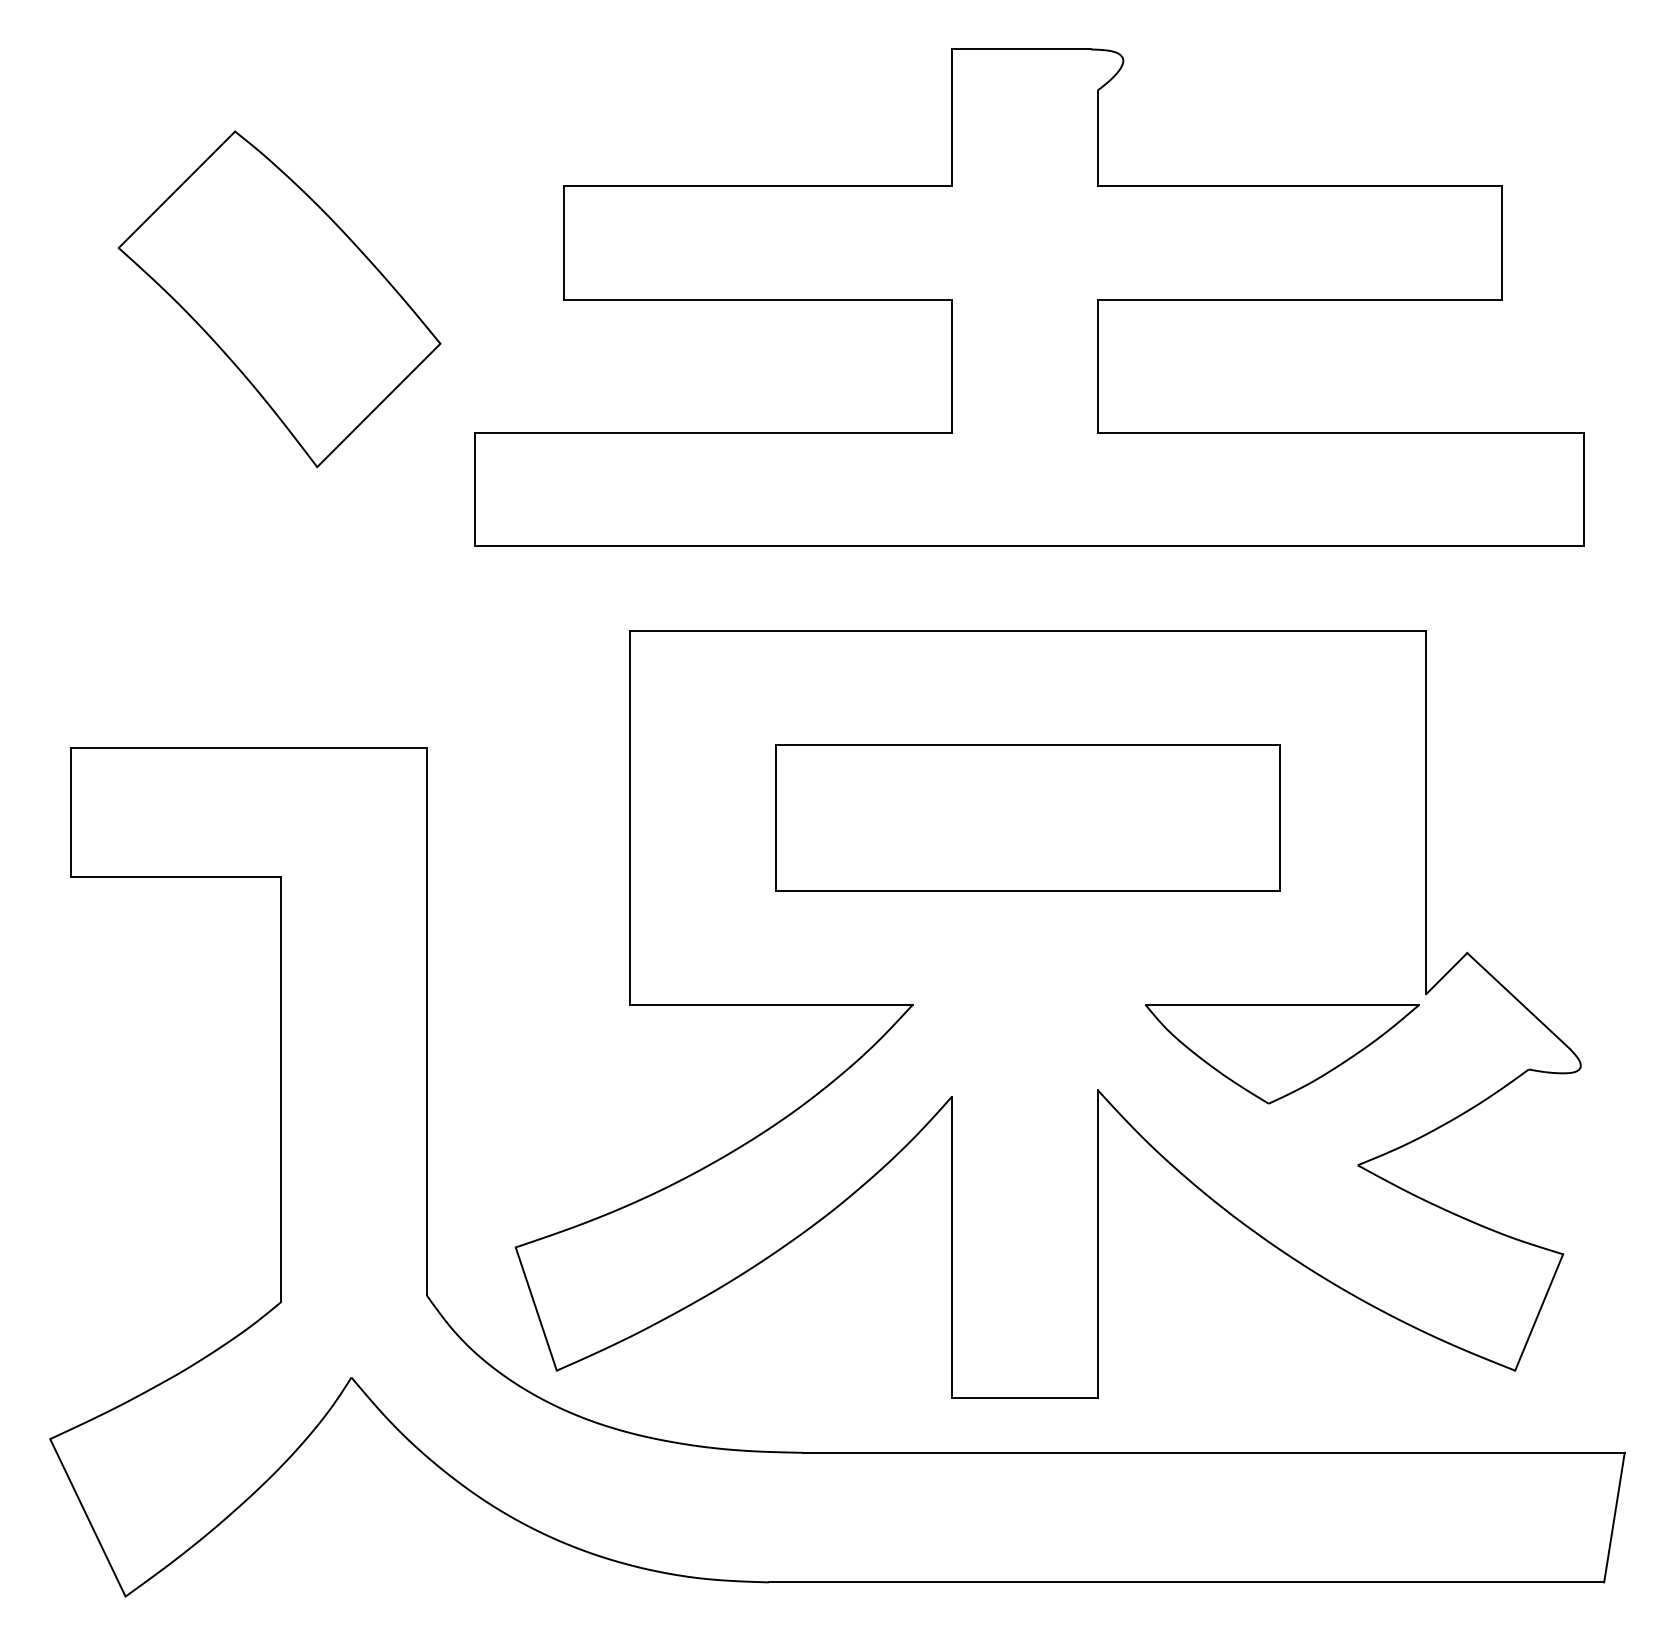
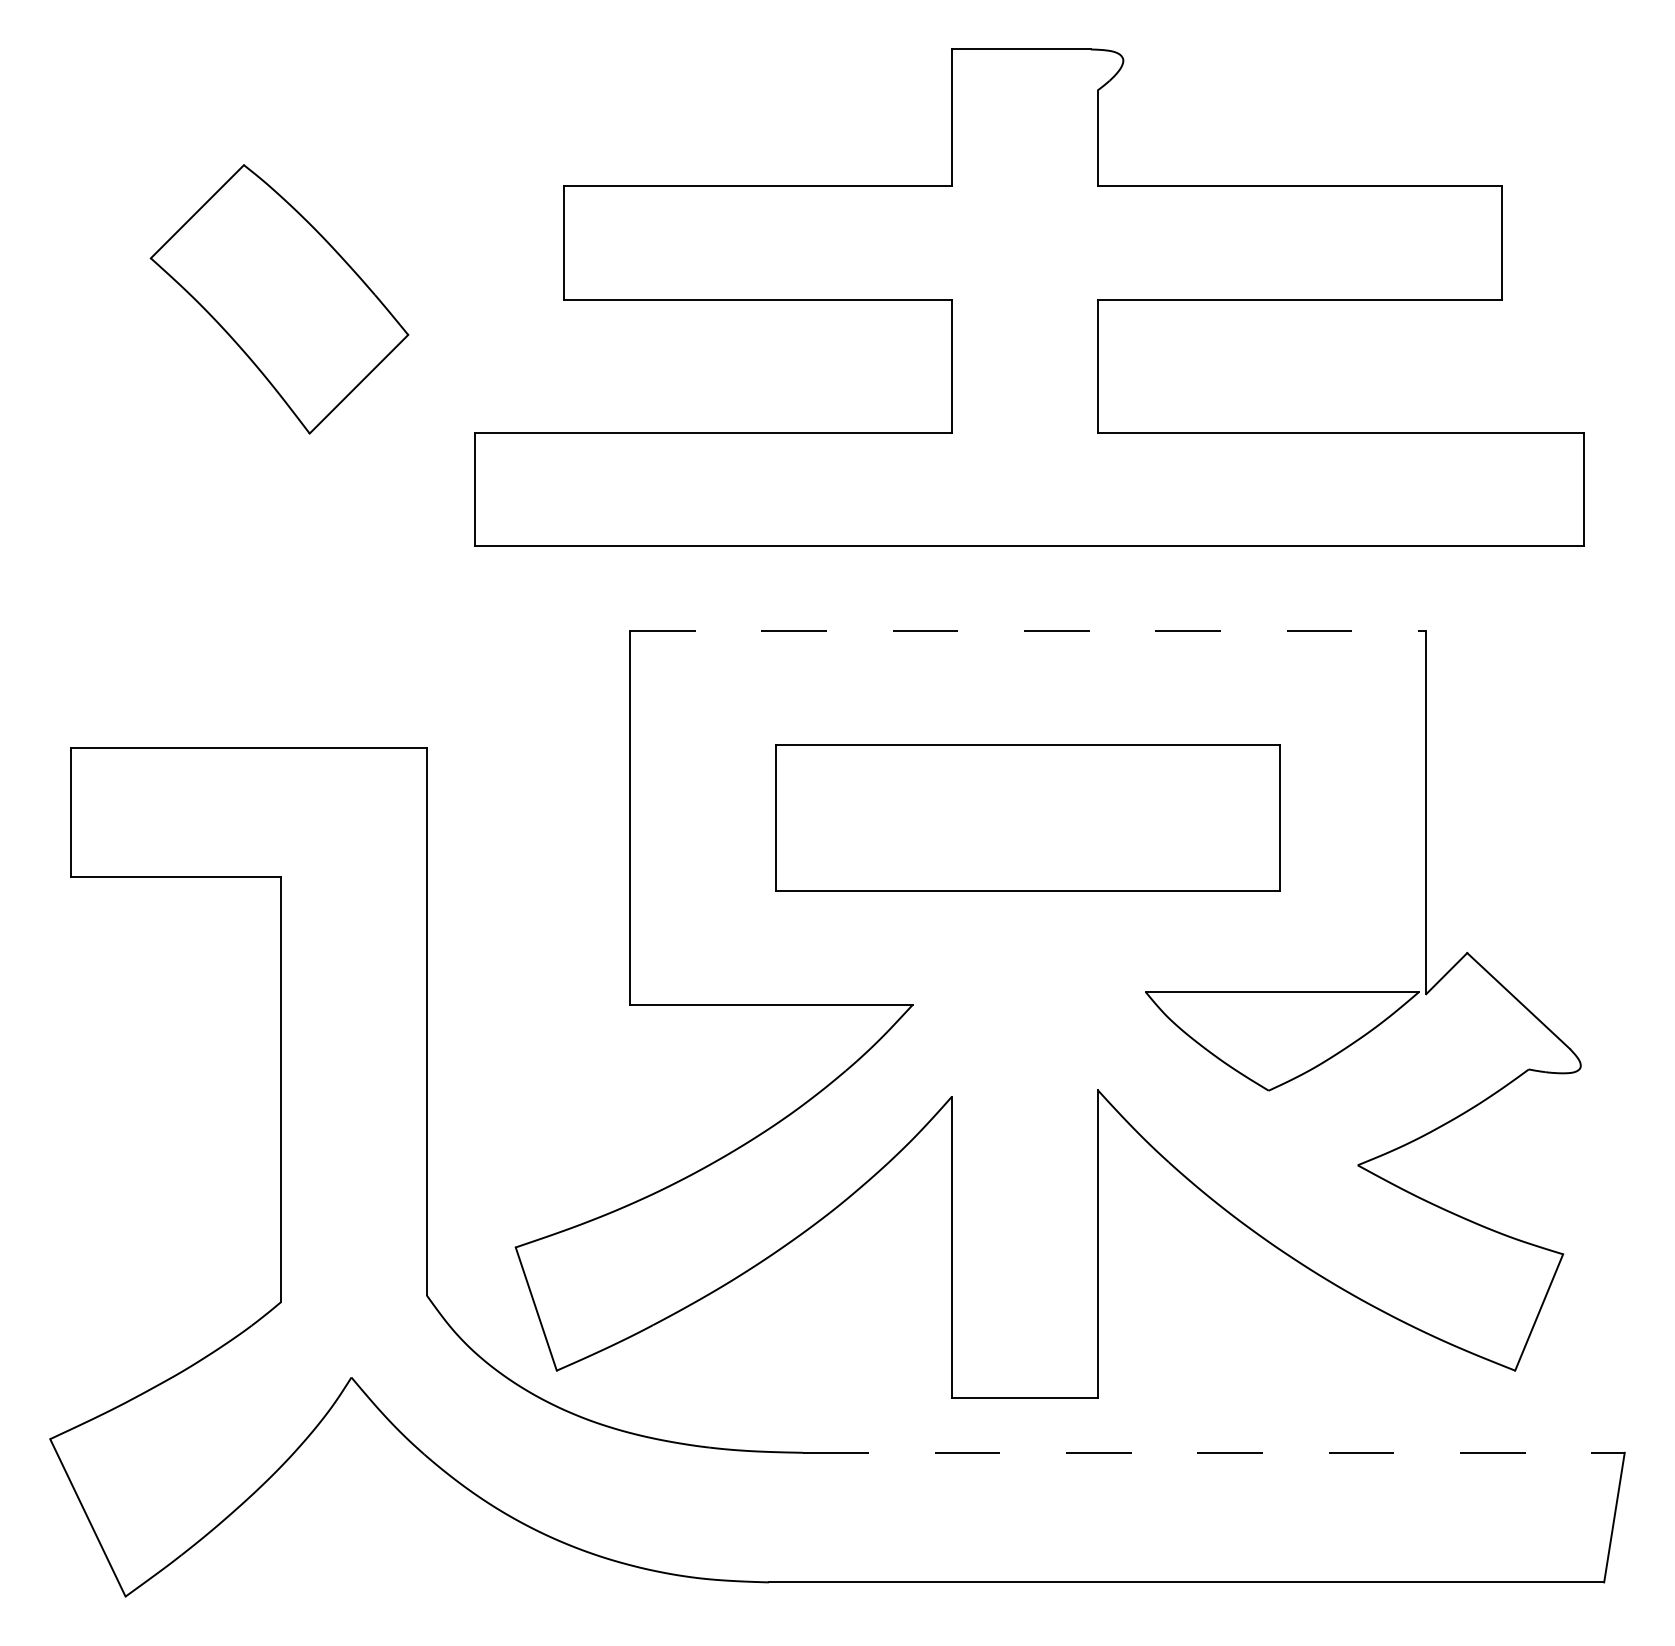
part at (279, 299) size: 325x339 px -> 261x271 px
line at (1028, 631): solid -> dashed
part at (1282, 1054) position: (1282, 1054) -> (1282, 1041)
line at (1214, 1452): solid -> dashed
